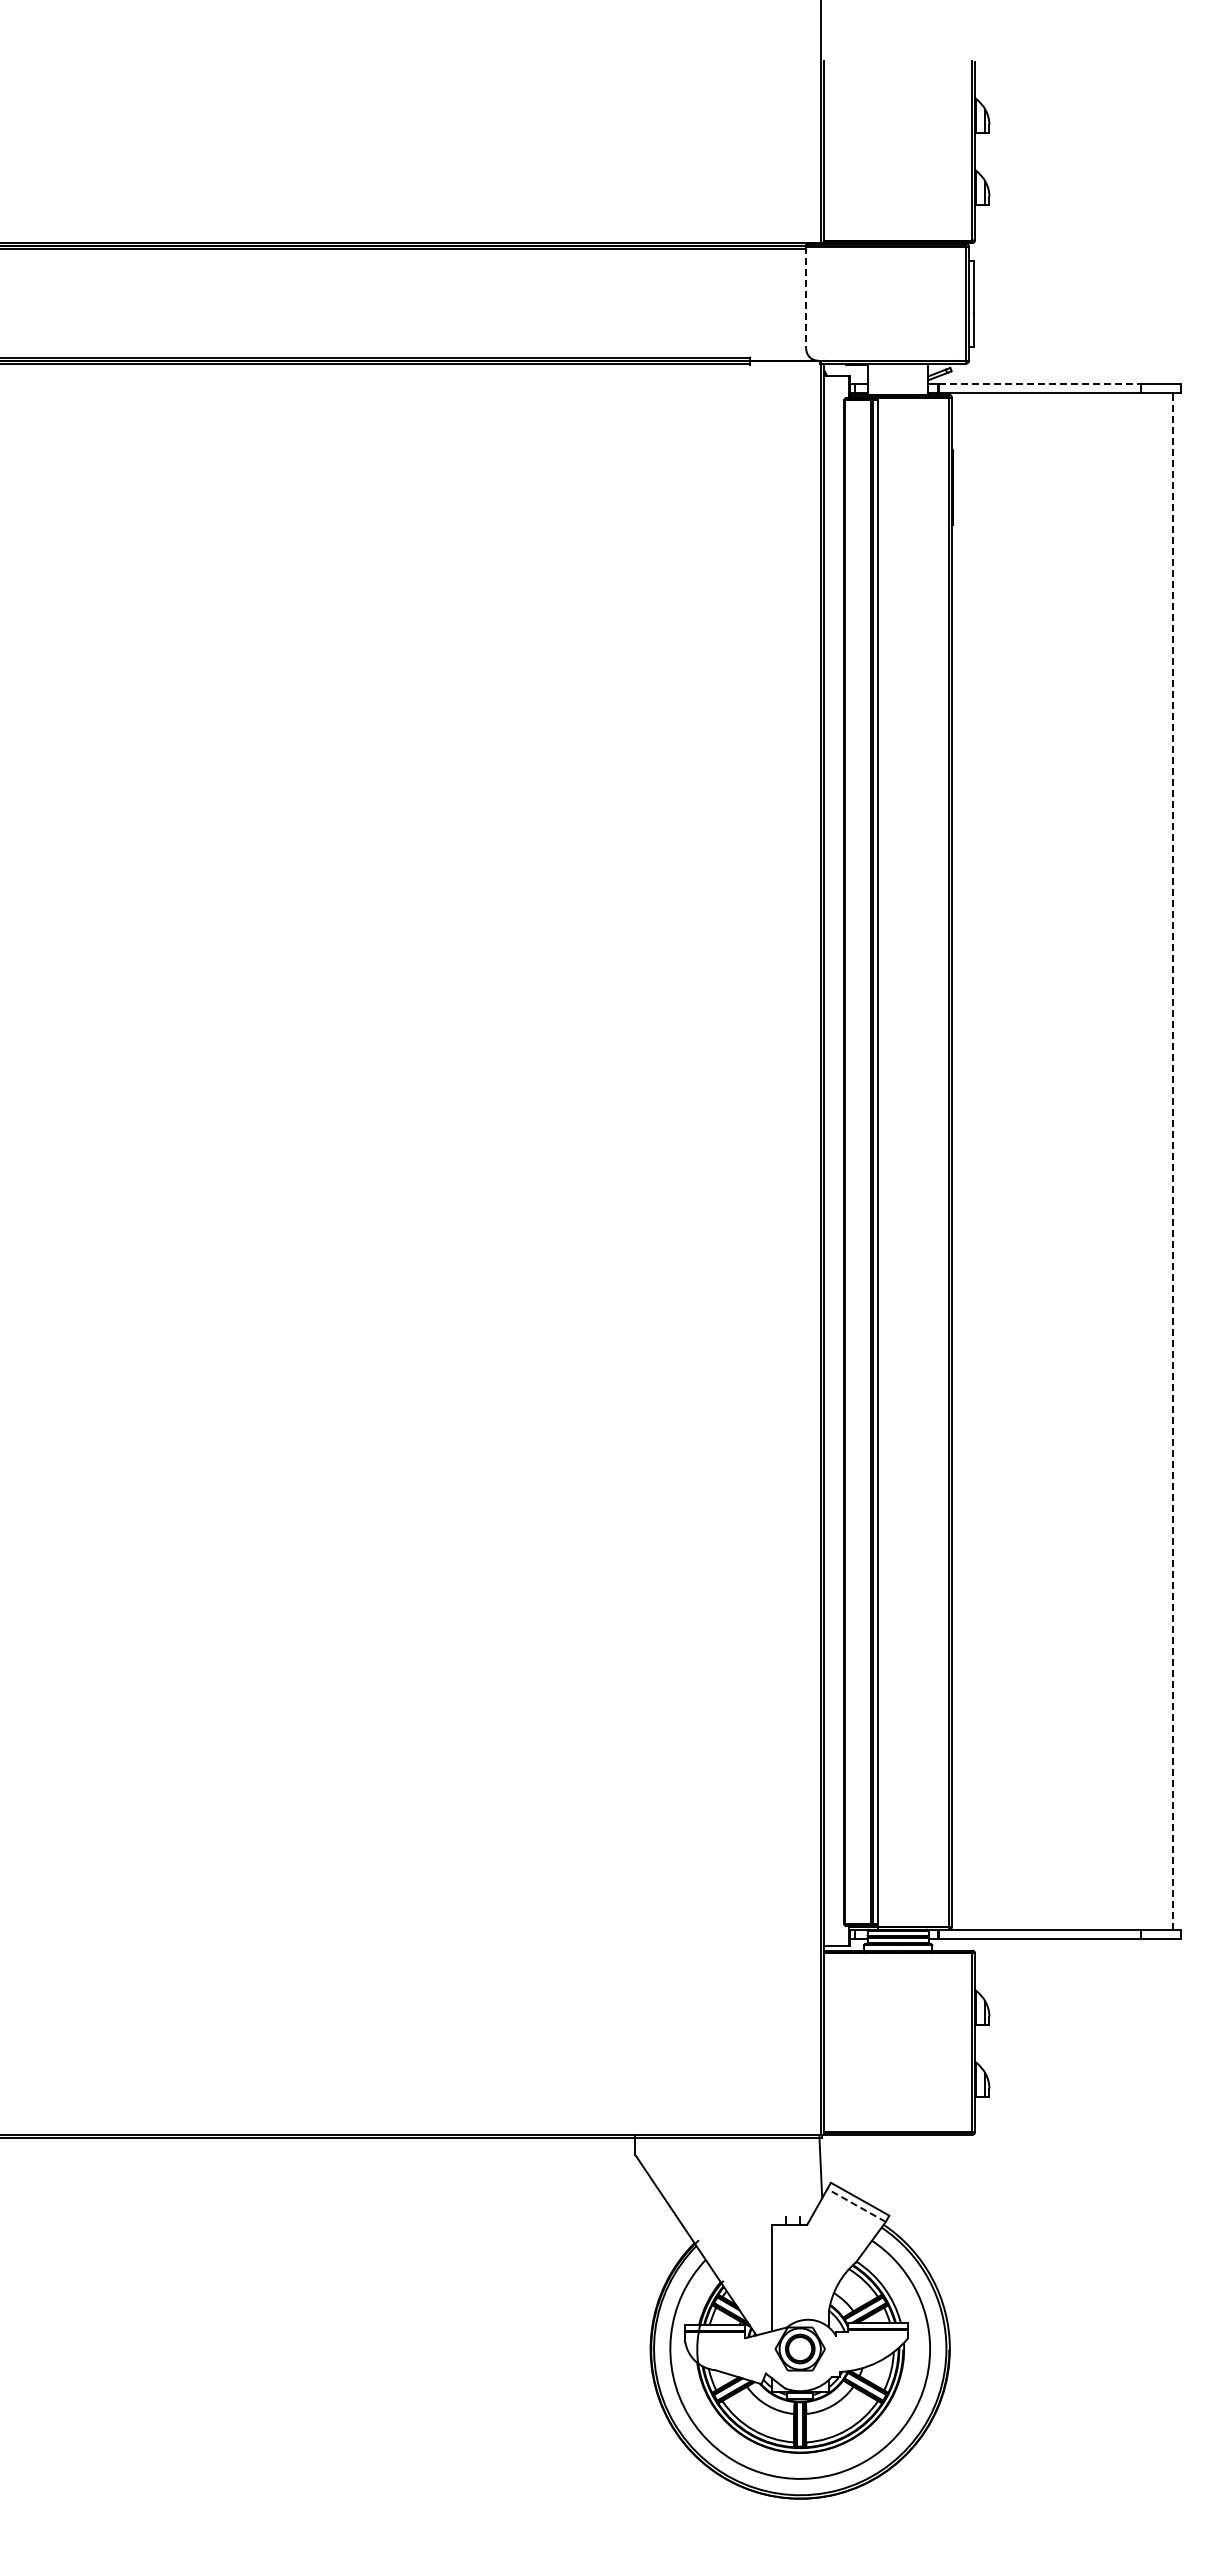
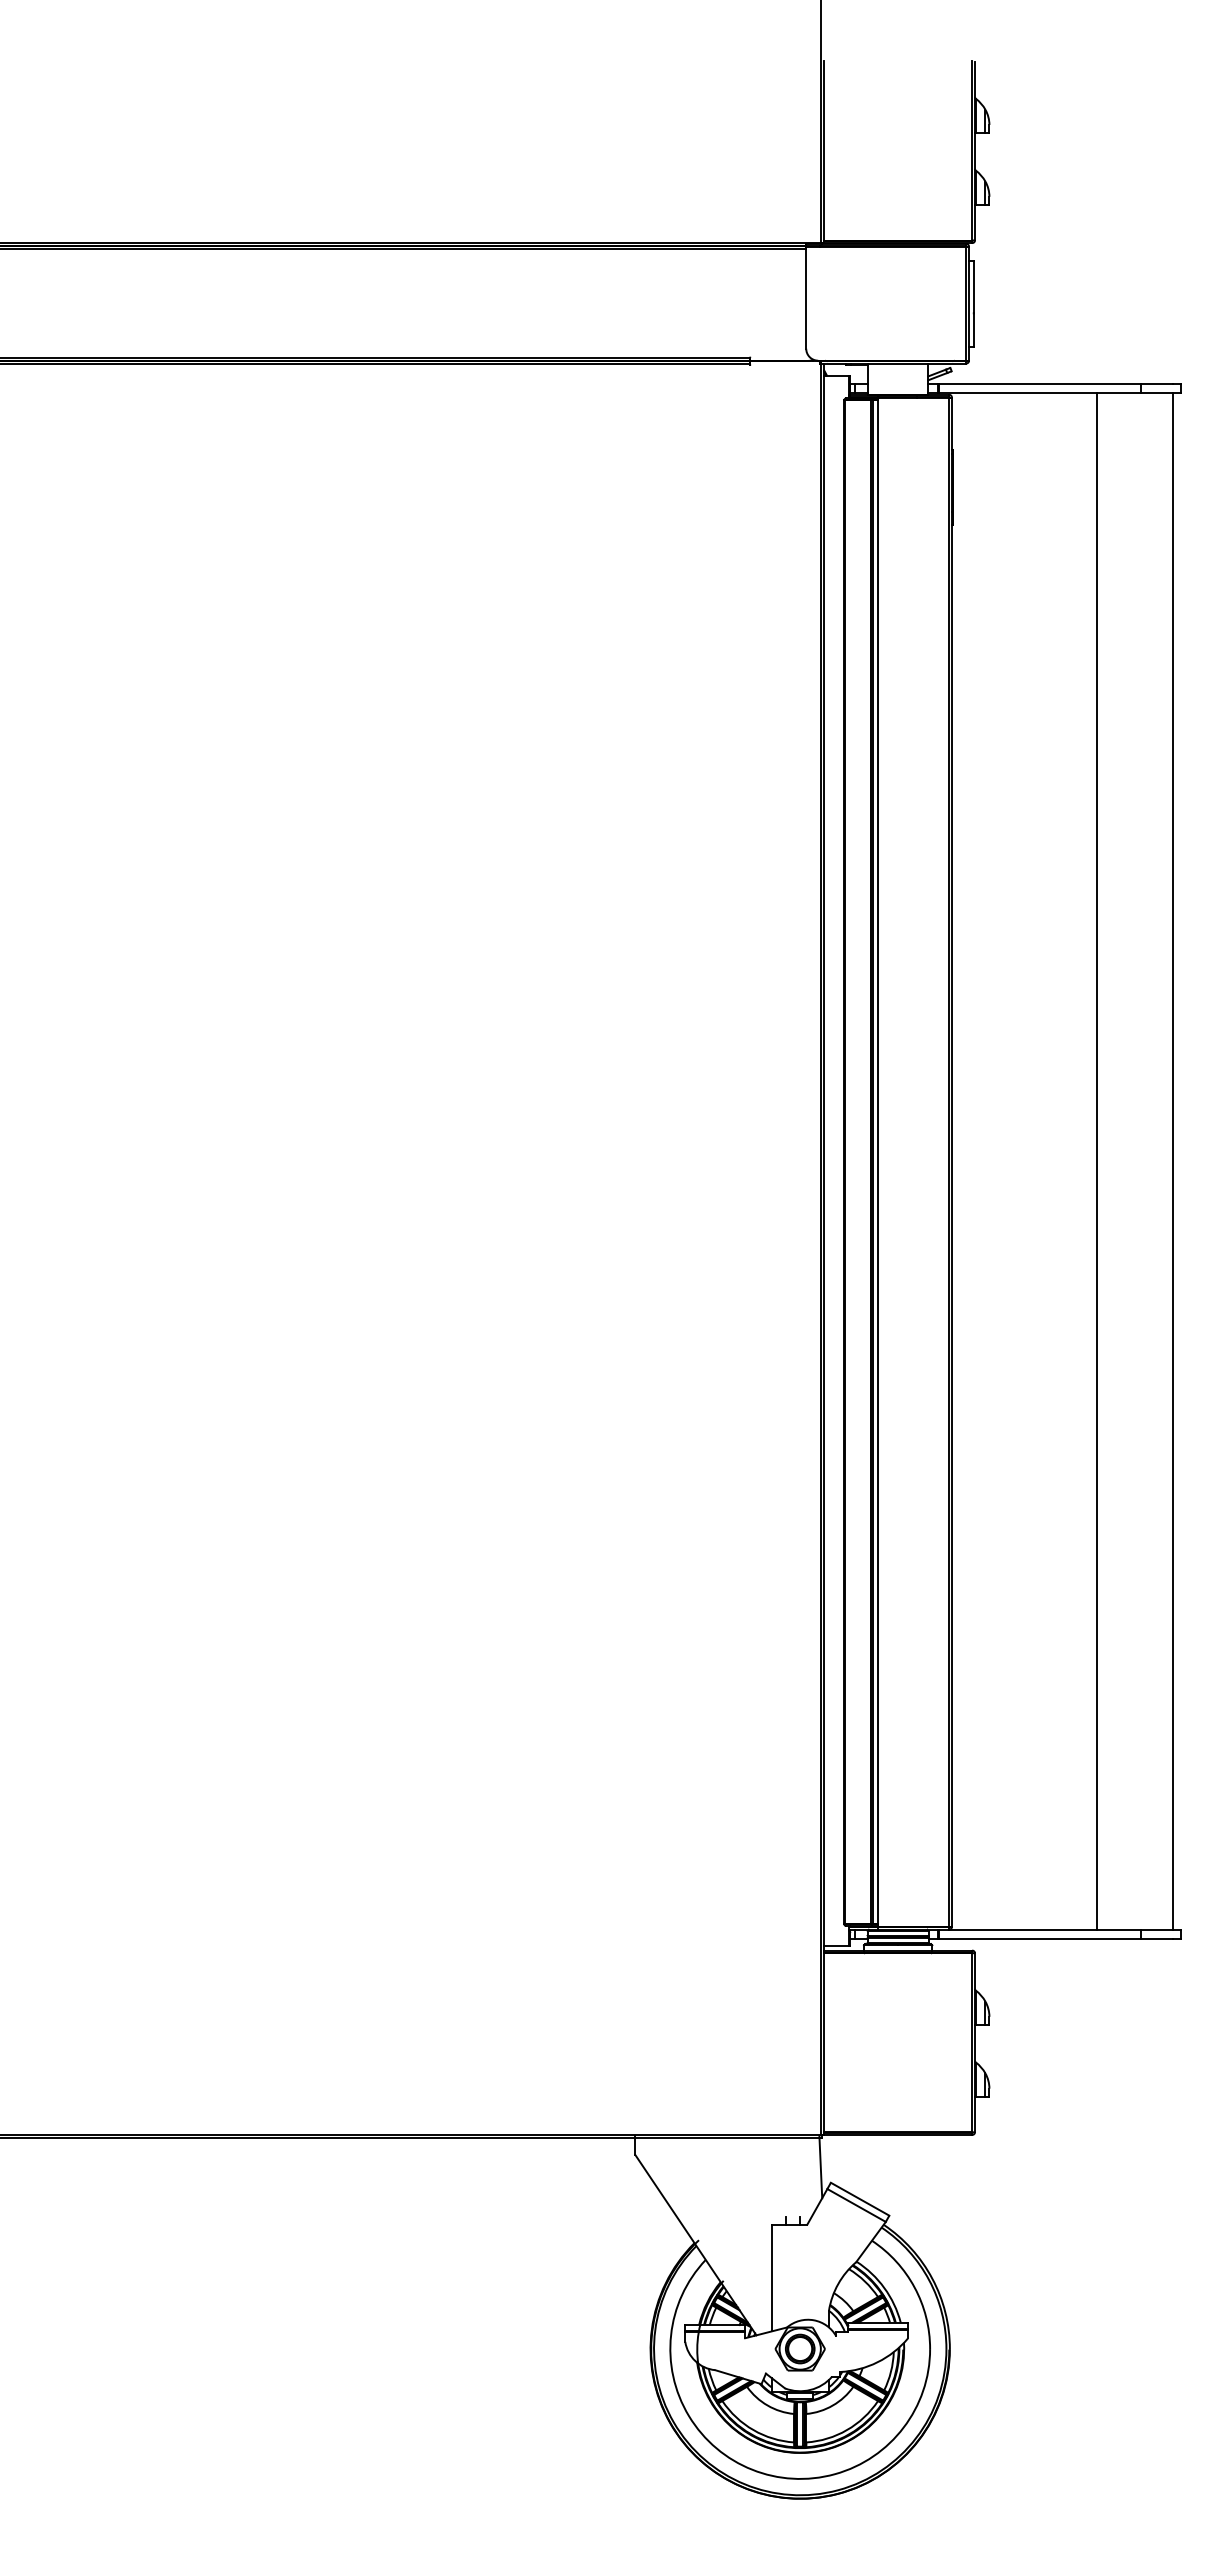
line at (806, 298): dashed -> solid
line at (1040, 383): dashed -> solid
line at (1096, 1161): none -> present
line at (1173, 1161): dashed -> solid
line at (856, 2205): dashed -> solid
